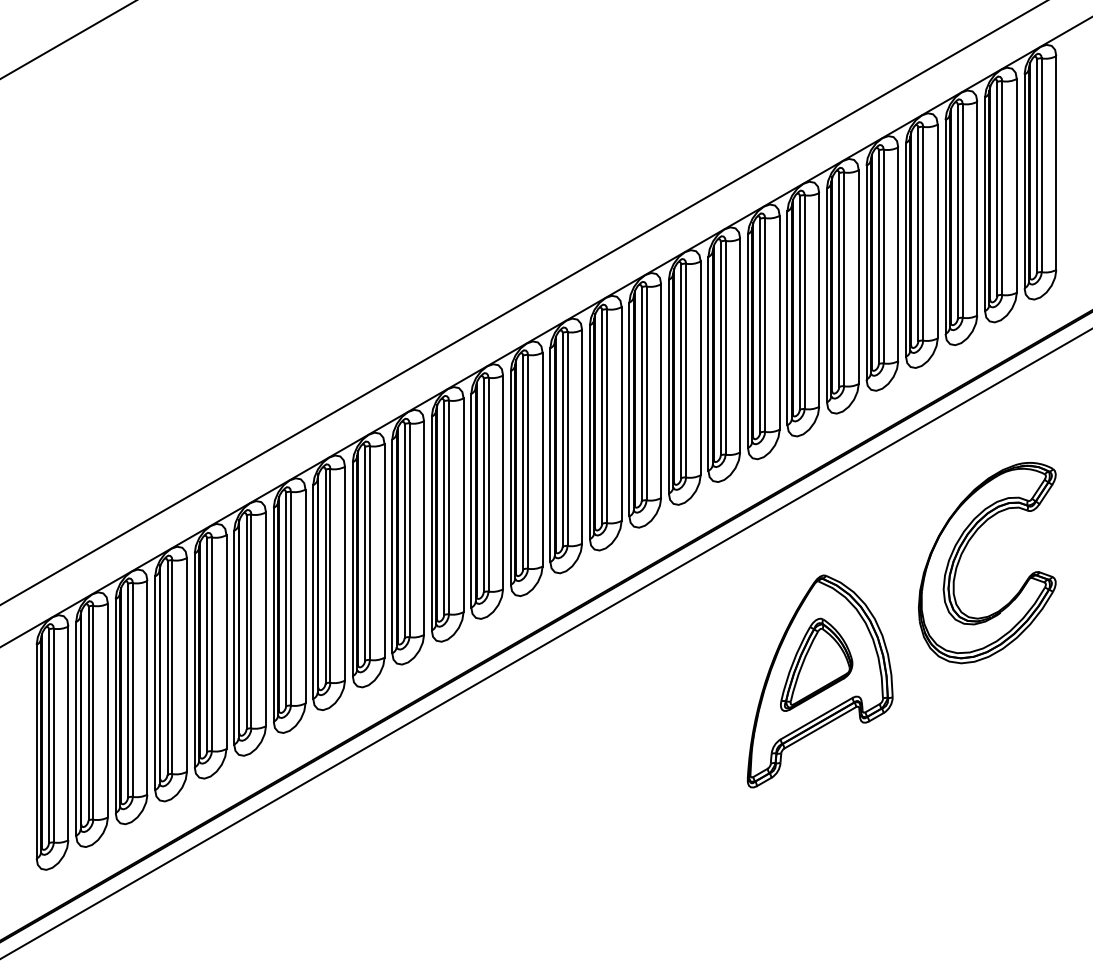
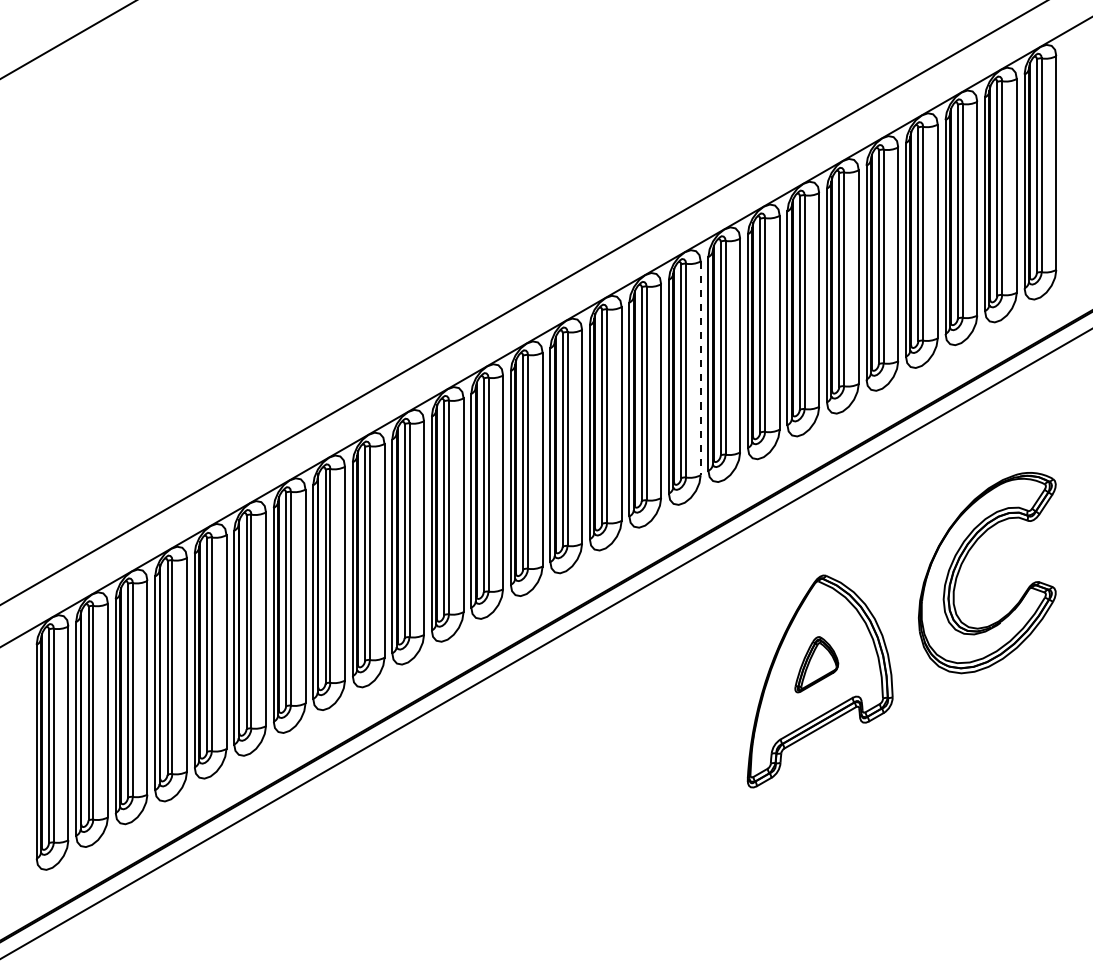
line at (700, 368): solid -> dashed
part at (964, 551) position: (964, 551) -> (964, 561)
part at (816, 664) size: 74x95 px -> 46x58 px
